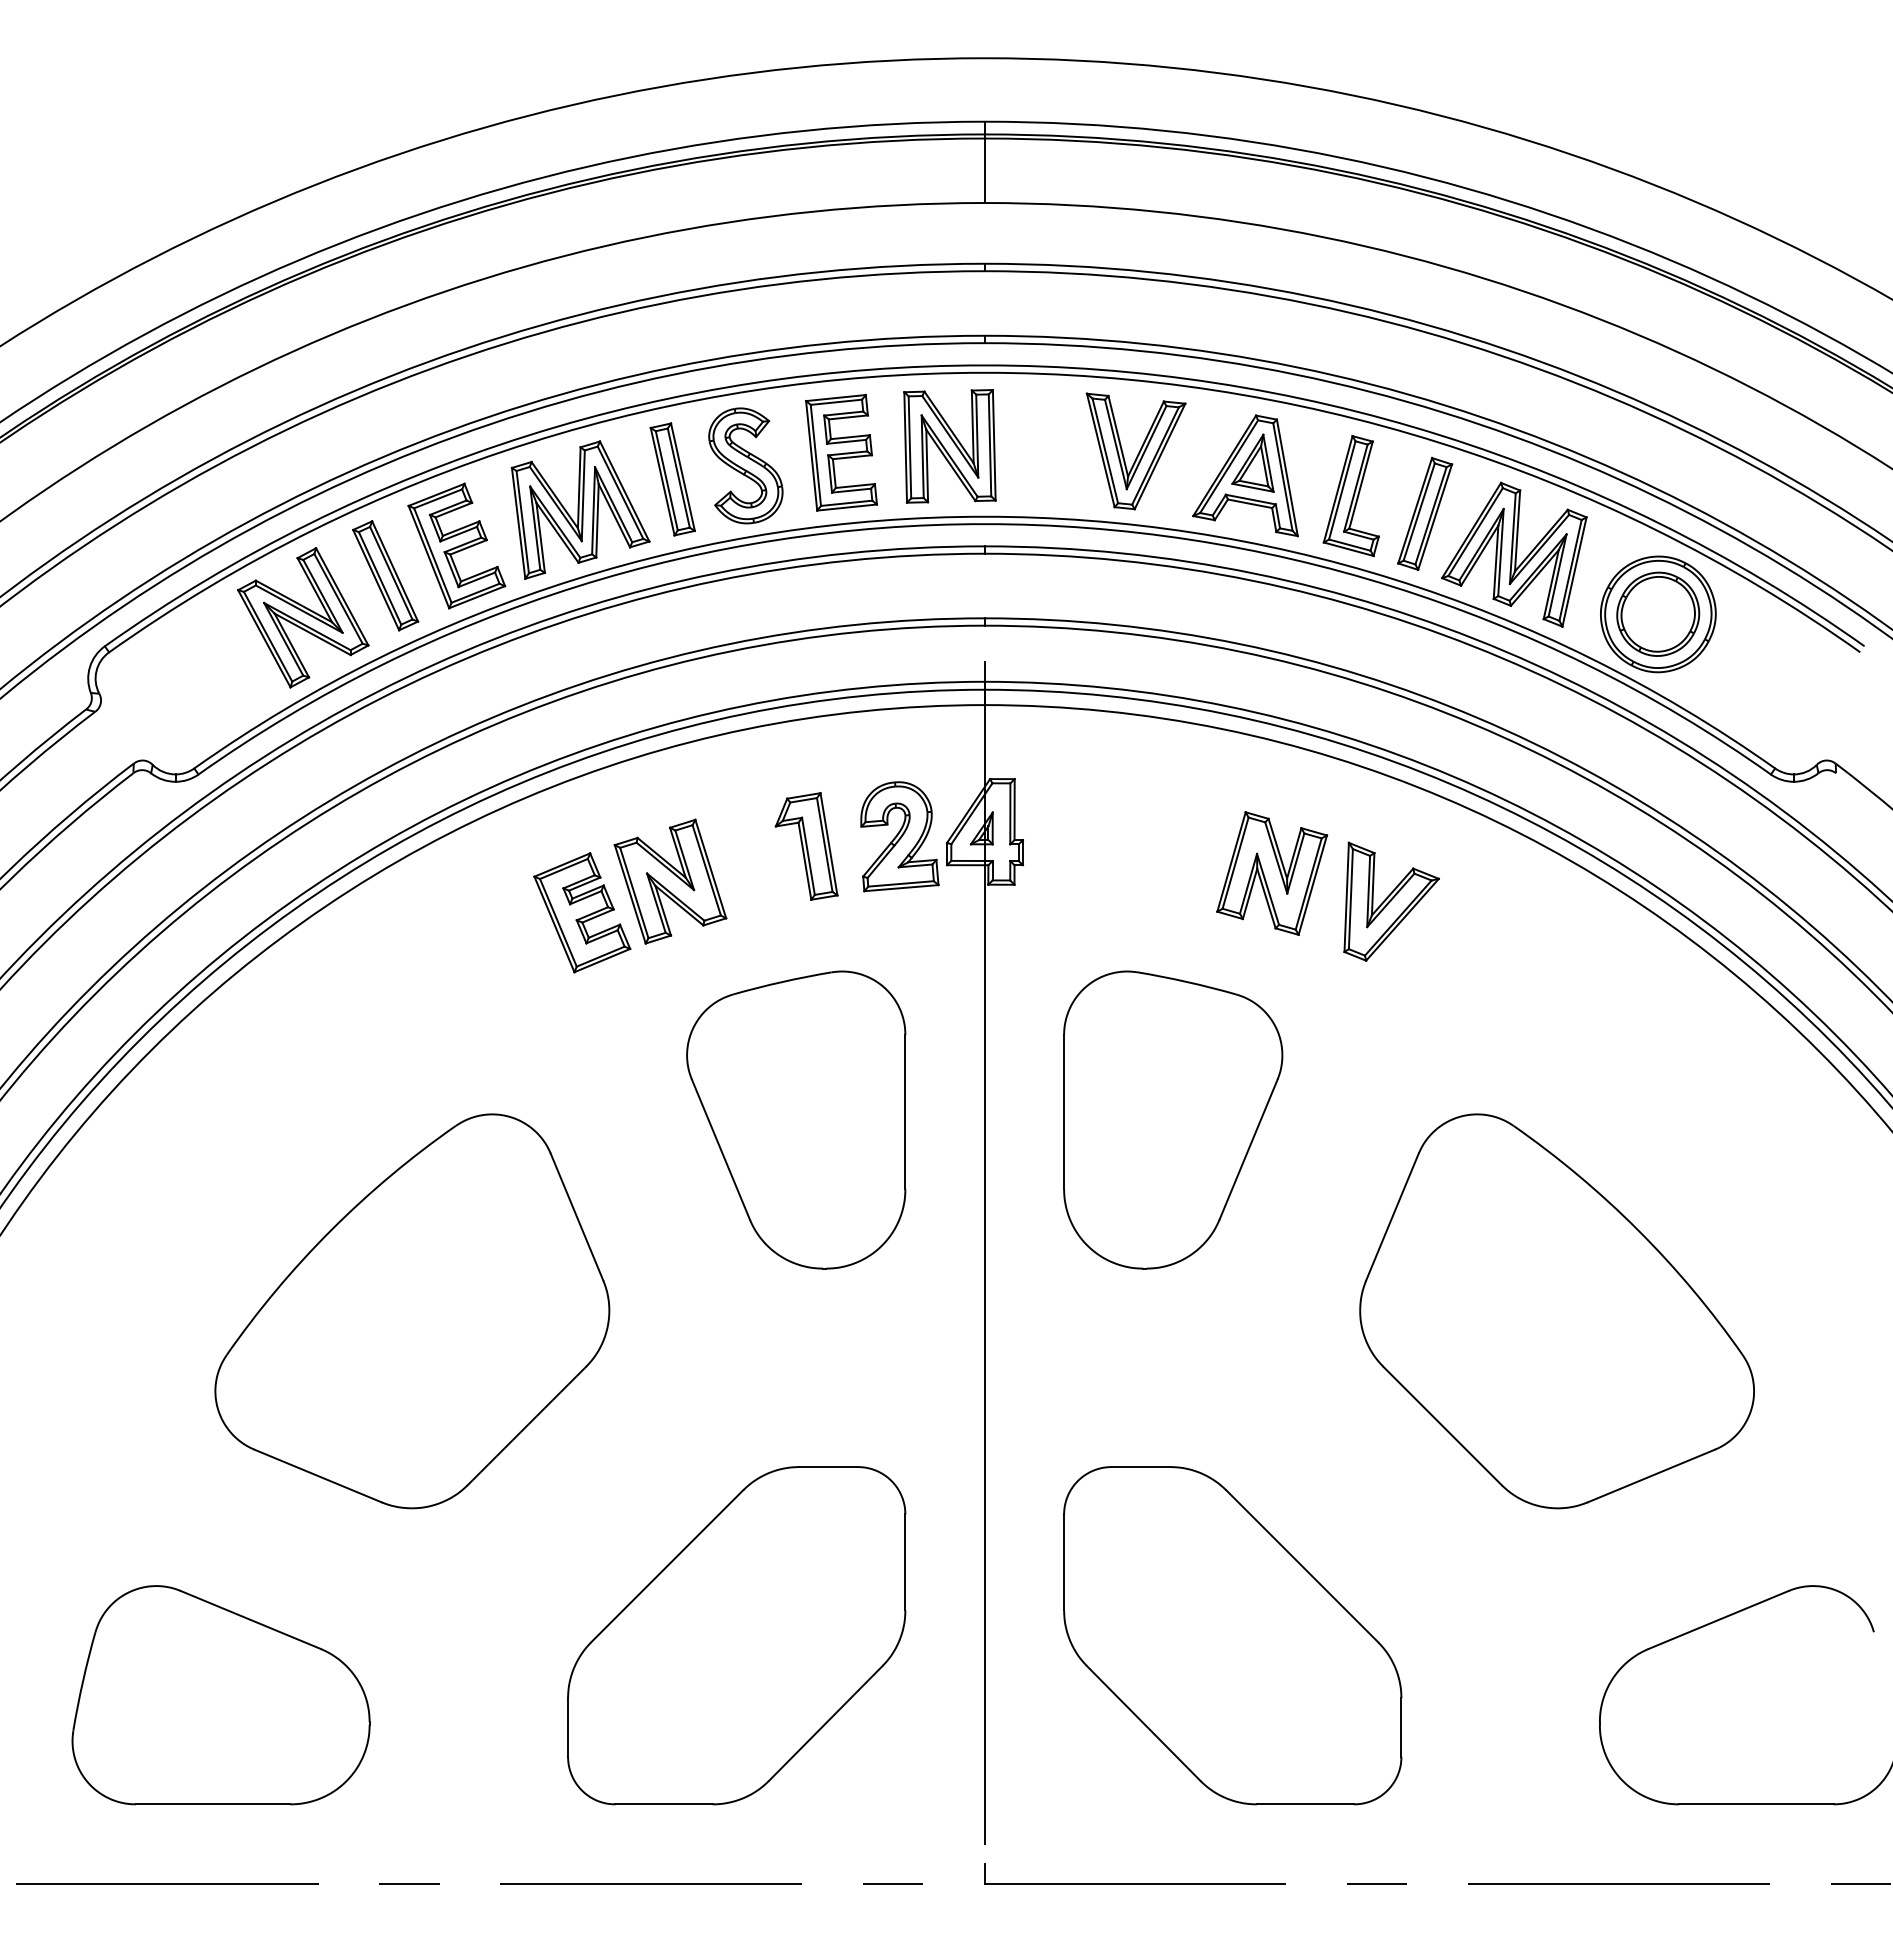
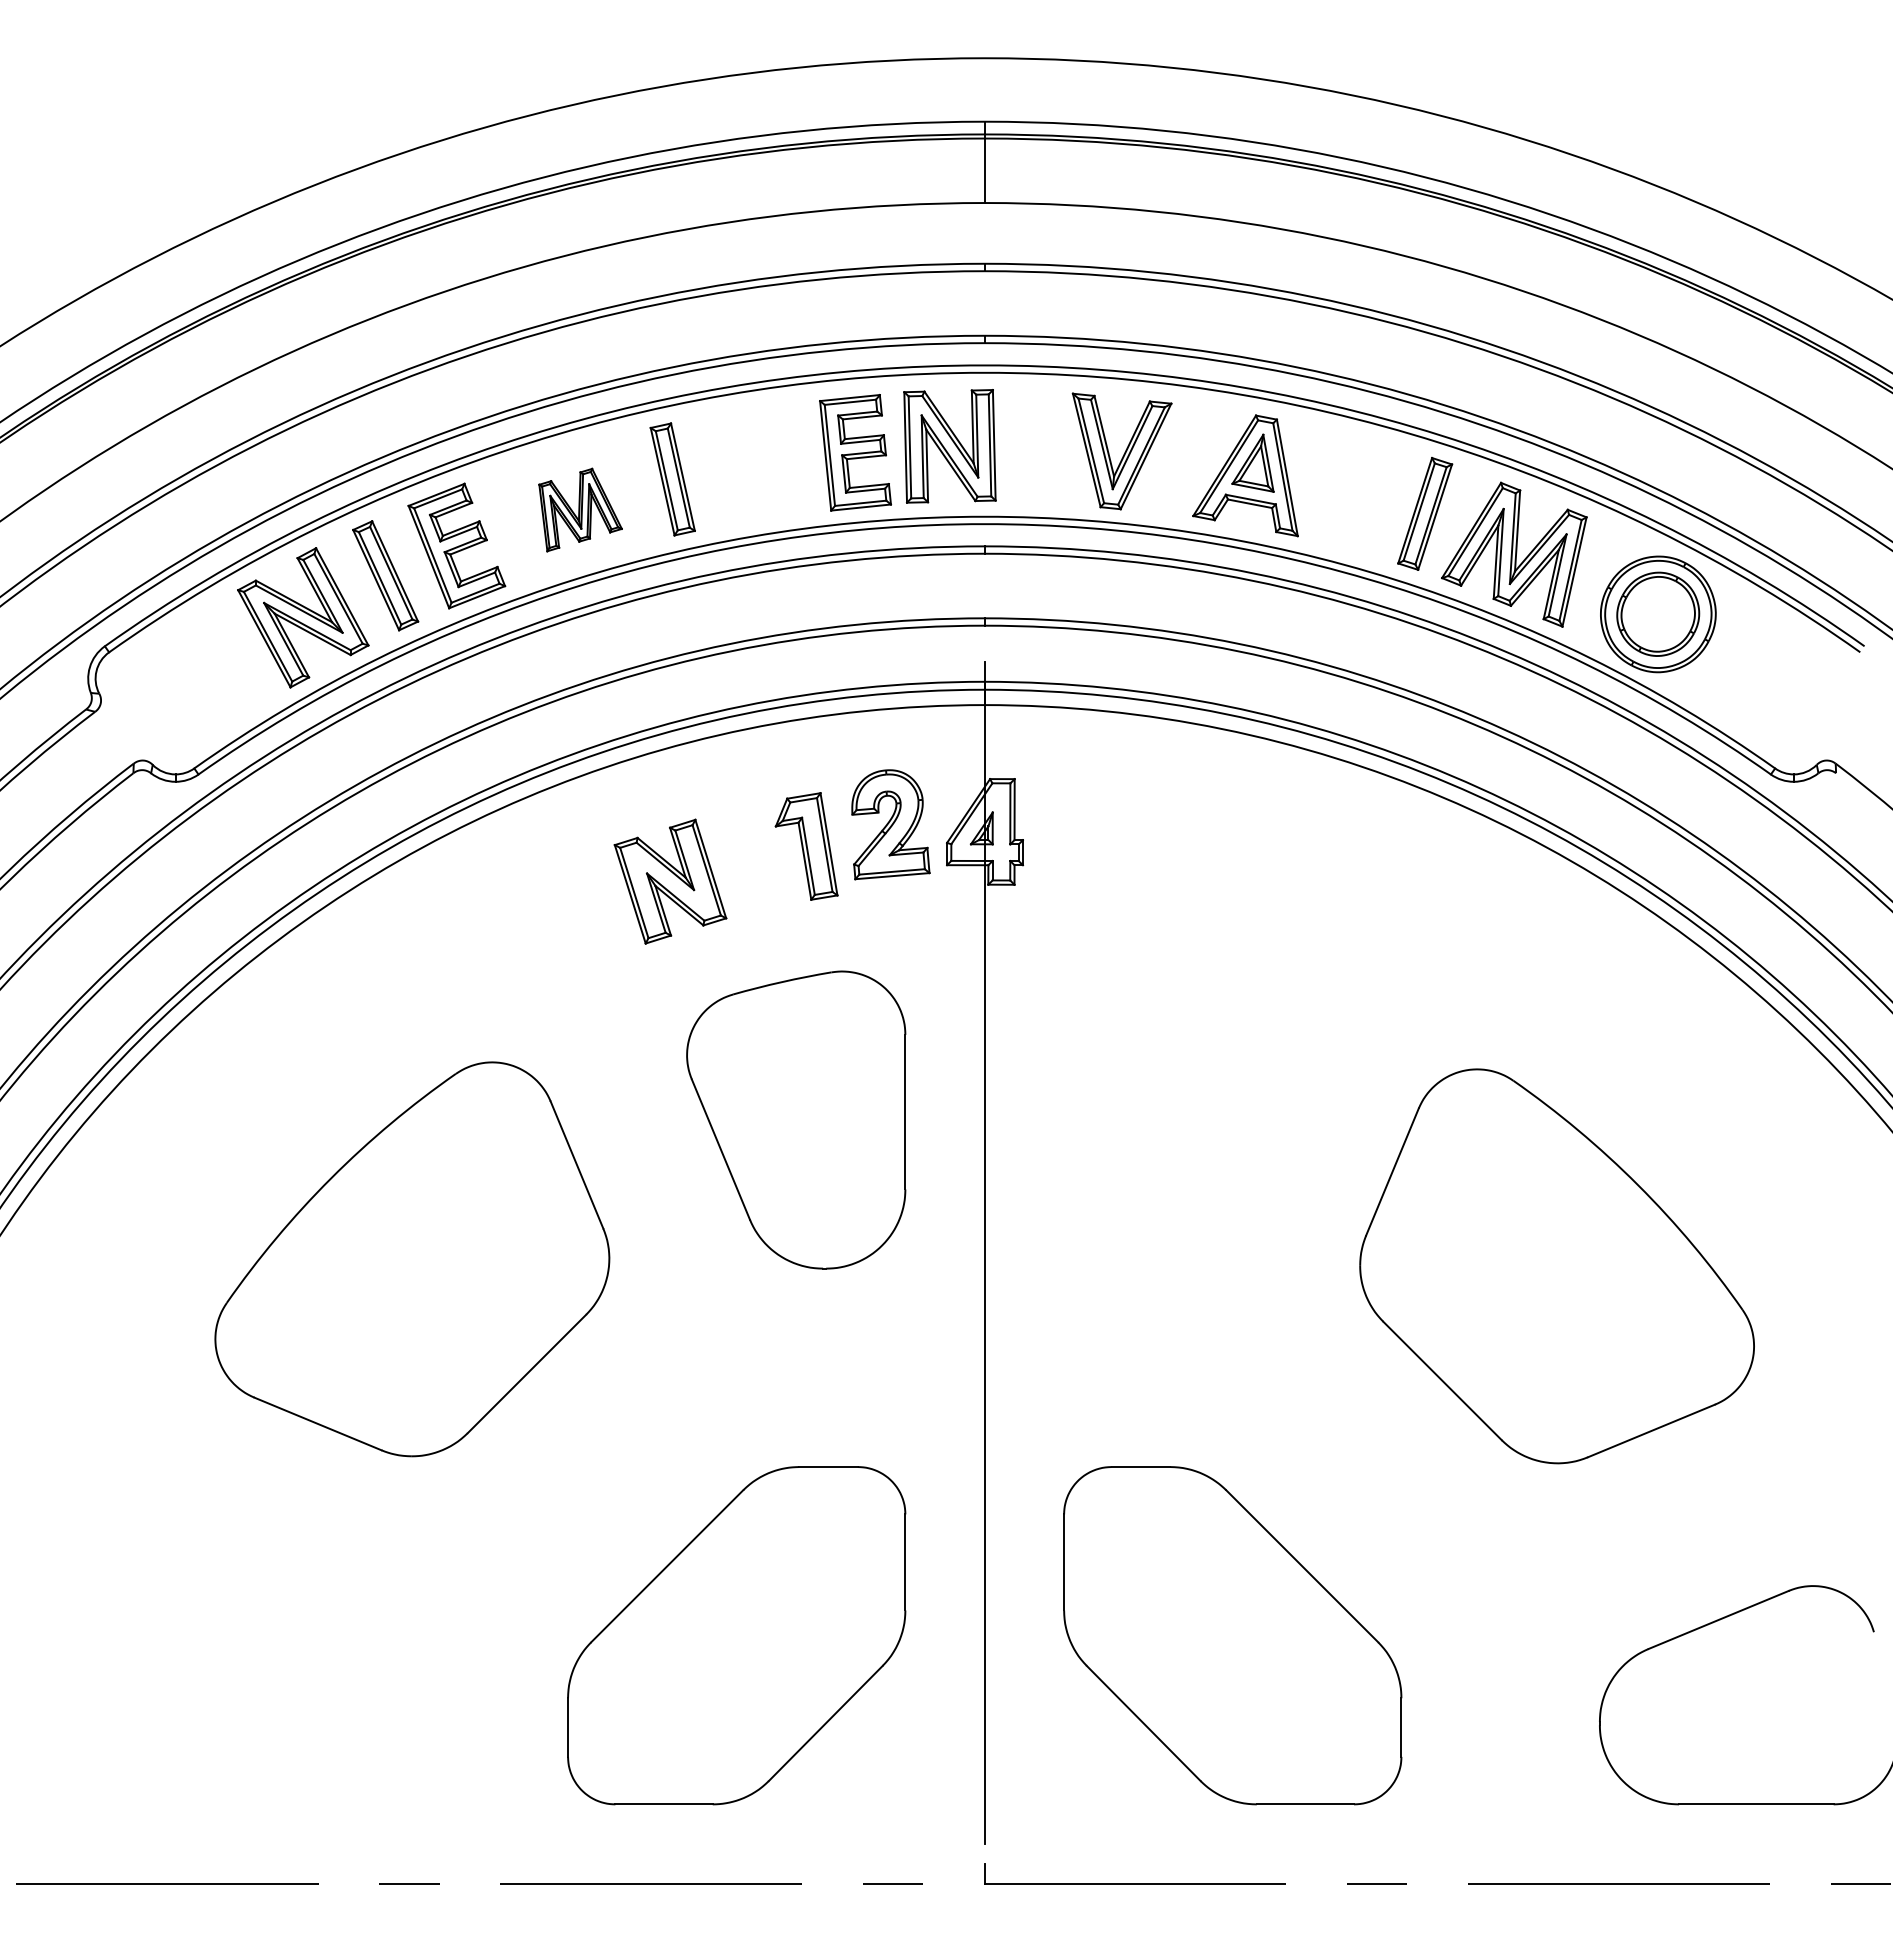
part at (1135, 451) position: (1135, 451) -> (1121, 451)
part at (841, 452) position: (841, 452) -> (855, 452)
part at (745, 465): present -> none
part at (1350, 496): present -> none
part at (580, 509) size: 141x140 px -> 85x86 px
part at (899, 836) position: (899, 836) -> (890, 824)
part at (1272, 873): present -> none
part at (1391, 901): present -> none
part at (582, 912): present -> none
part at (1173, 1119): present -> none
part at (412, 1311) position: (412, 1311) -> (412, 1259)
part at (1556, 1311) position: (1556, 1311) -> (1556, 1266)
part at (220, 1695): present -> none
